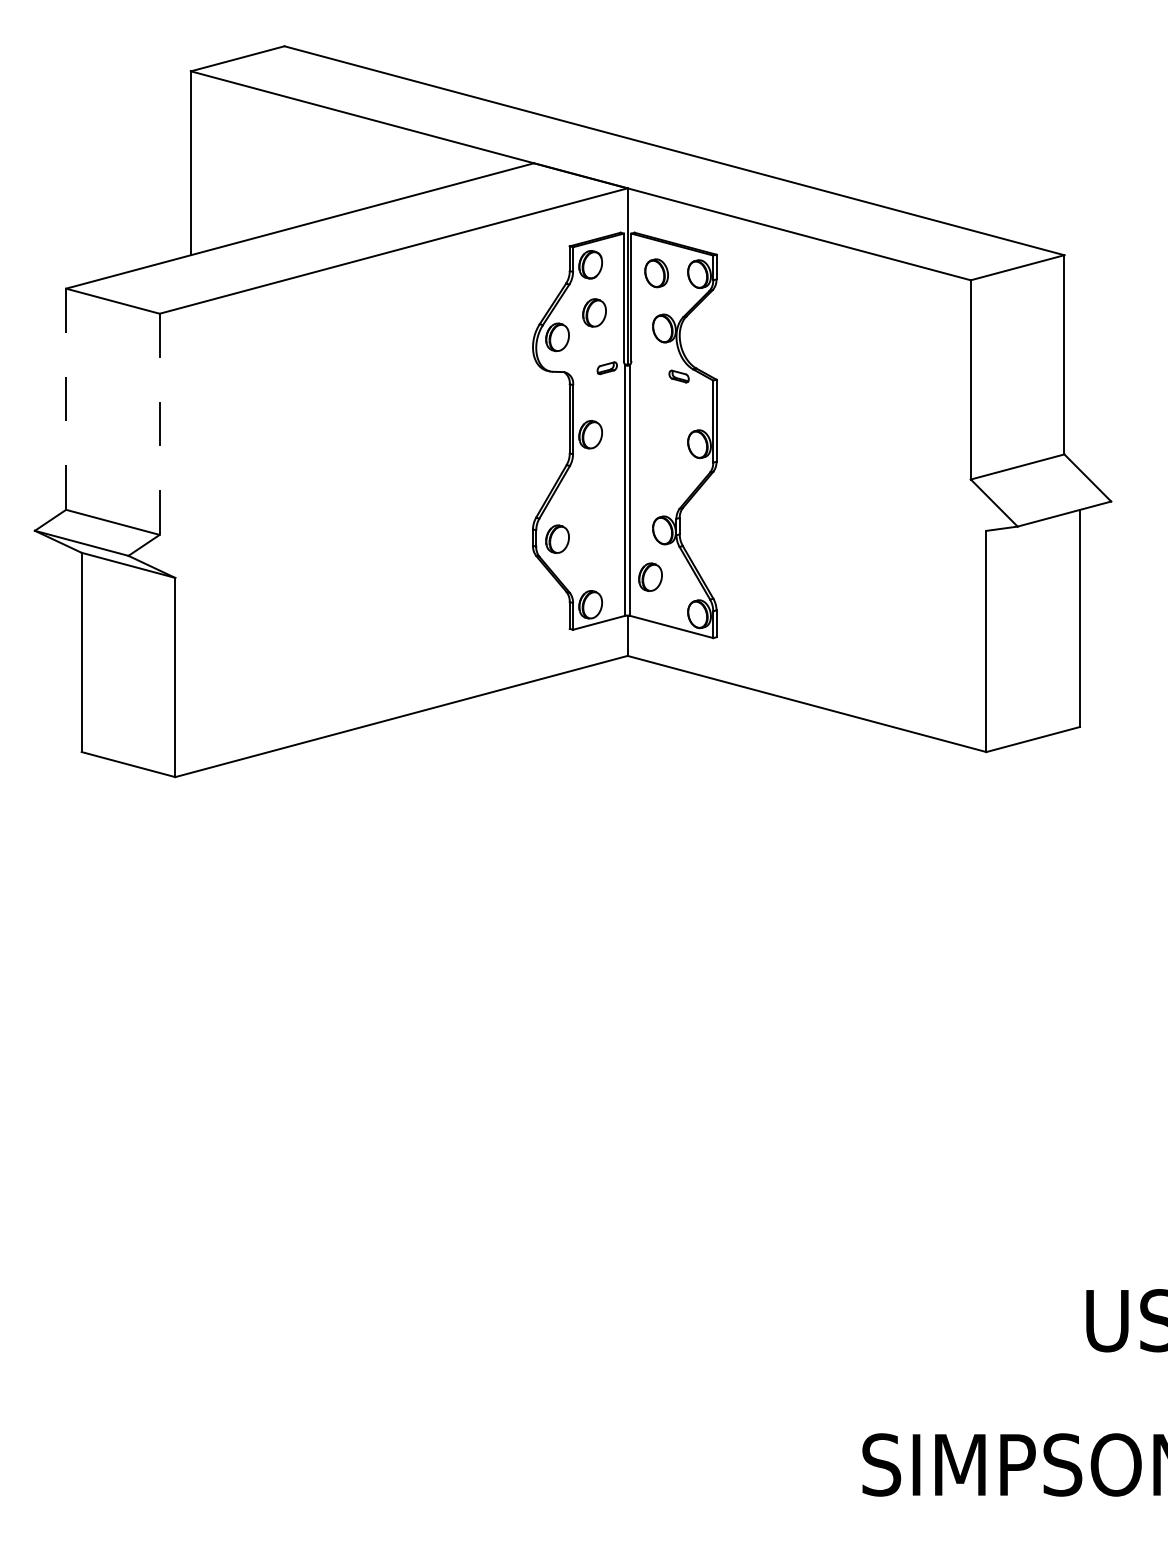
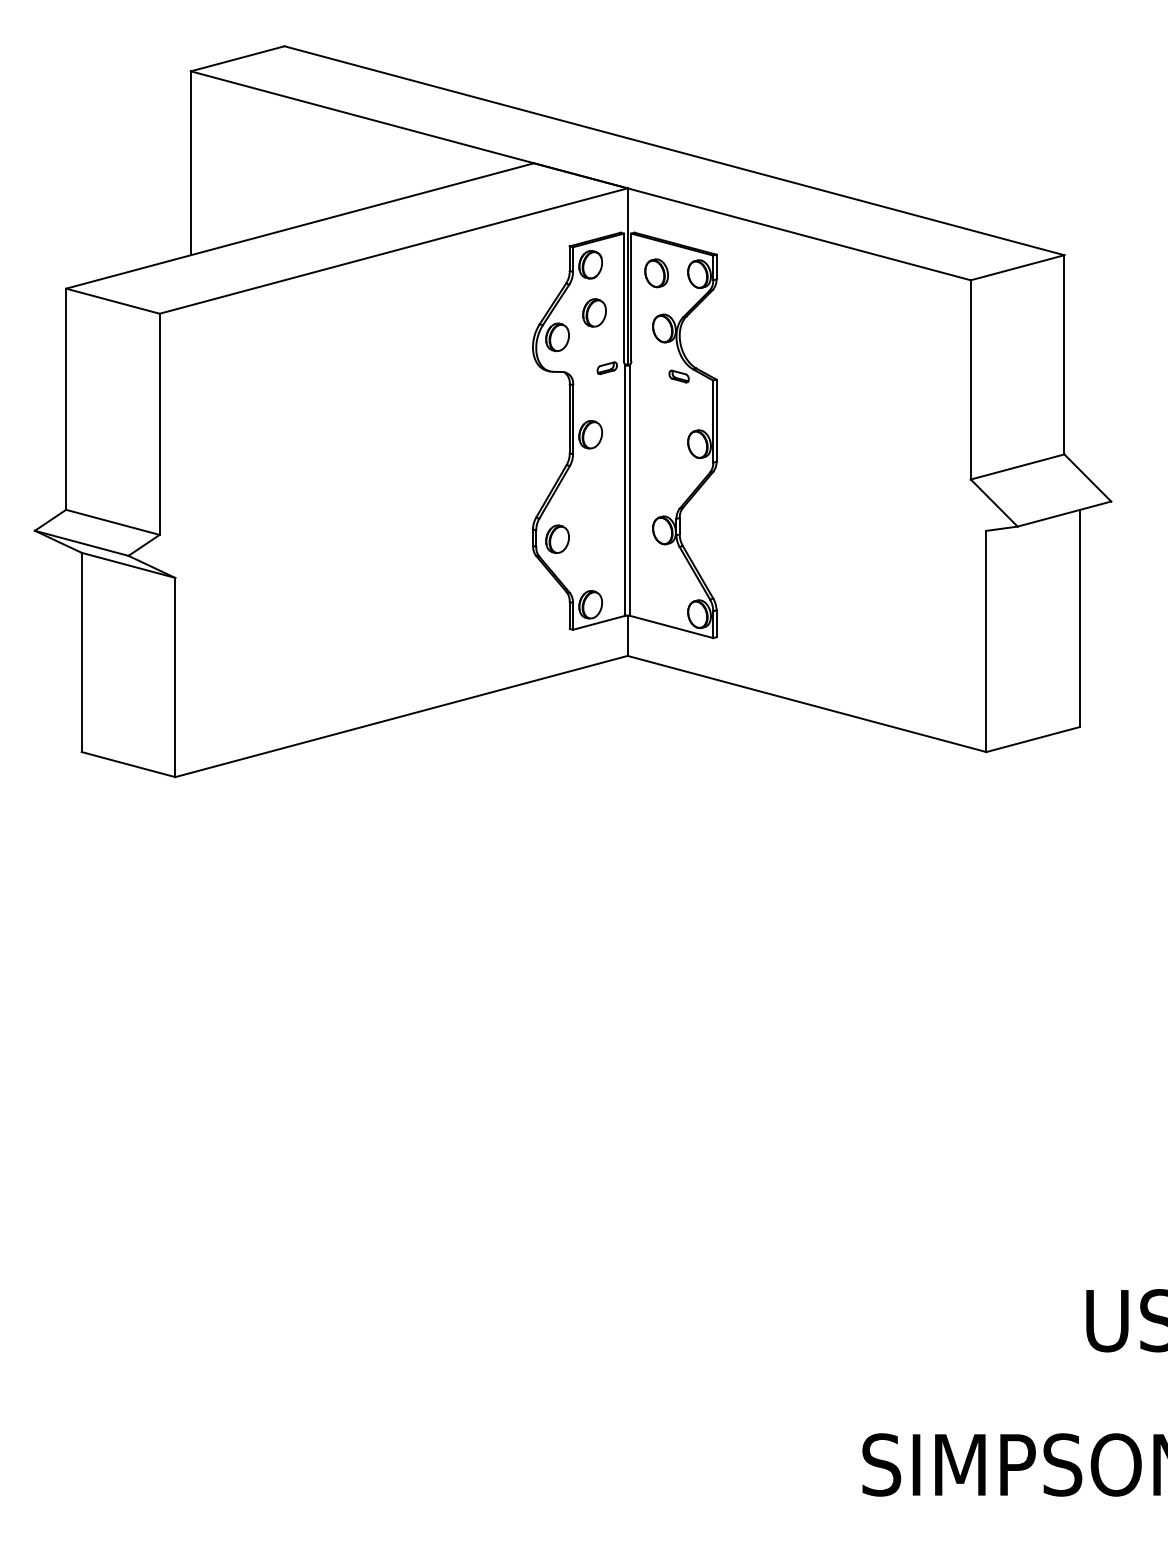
line at (66, 399): dashed -> solid
line at (159, 424): dashed -> solid
part at (650, 576): present -> none
